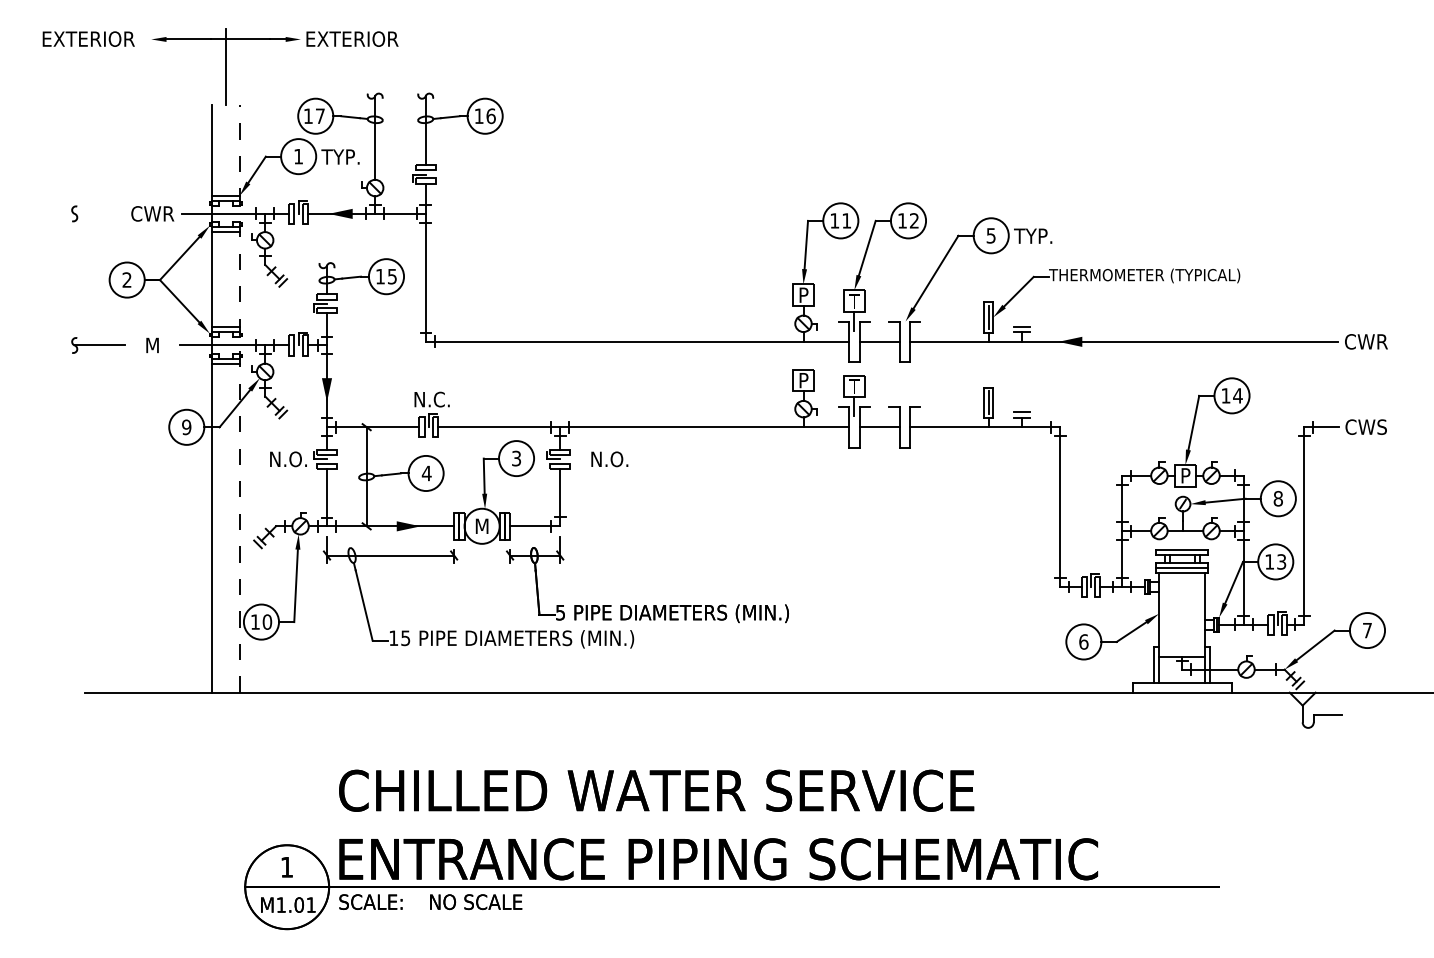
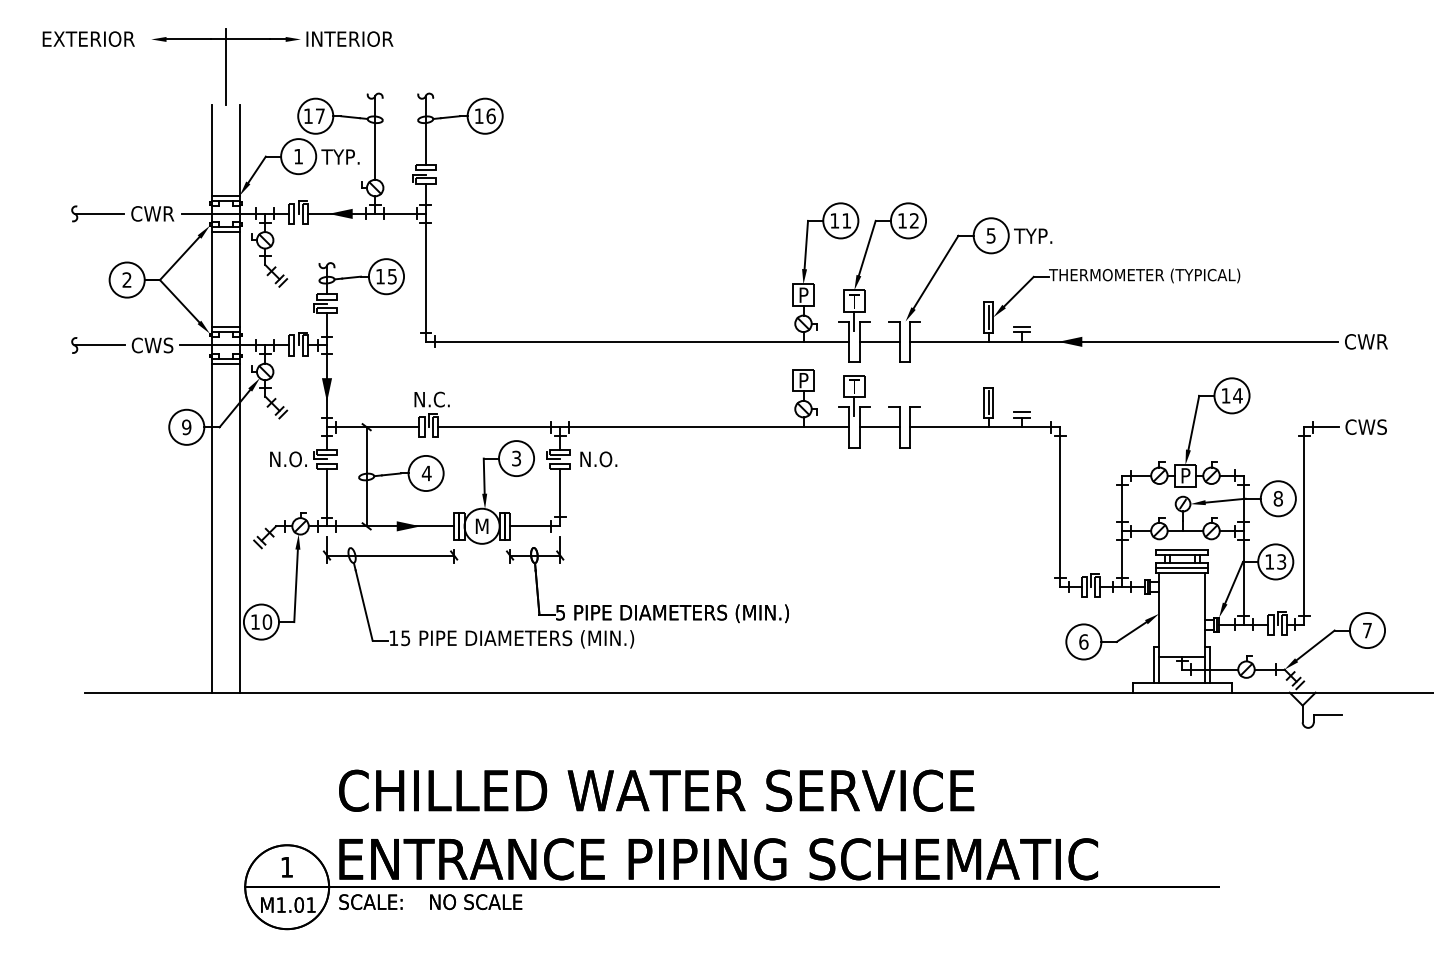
text at (353, 38): EXTERIOR -> INTERIOR
line at (99, 213): none -> present
text at (152, 345): M -> CWS
line at (239, 398): dashed -> solid
text at (609, 459) position: (609, 459) -> (598, 459)
